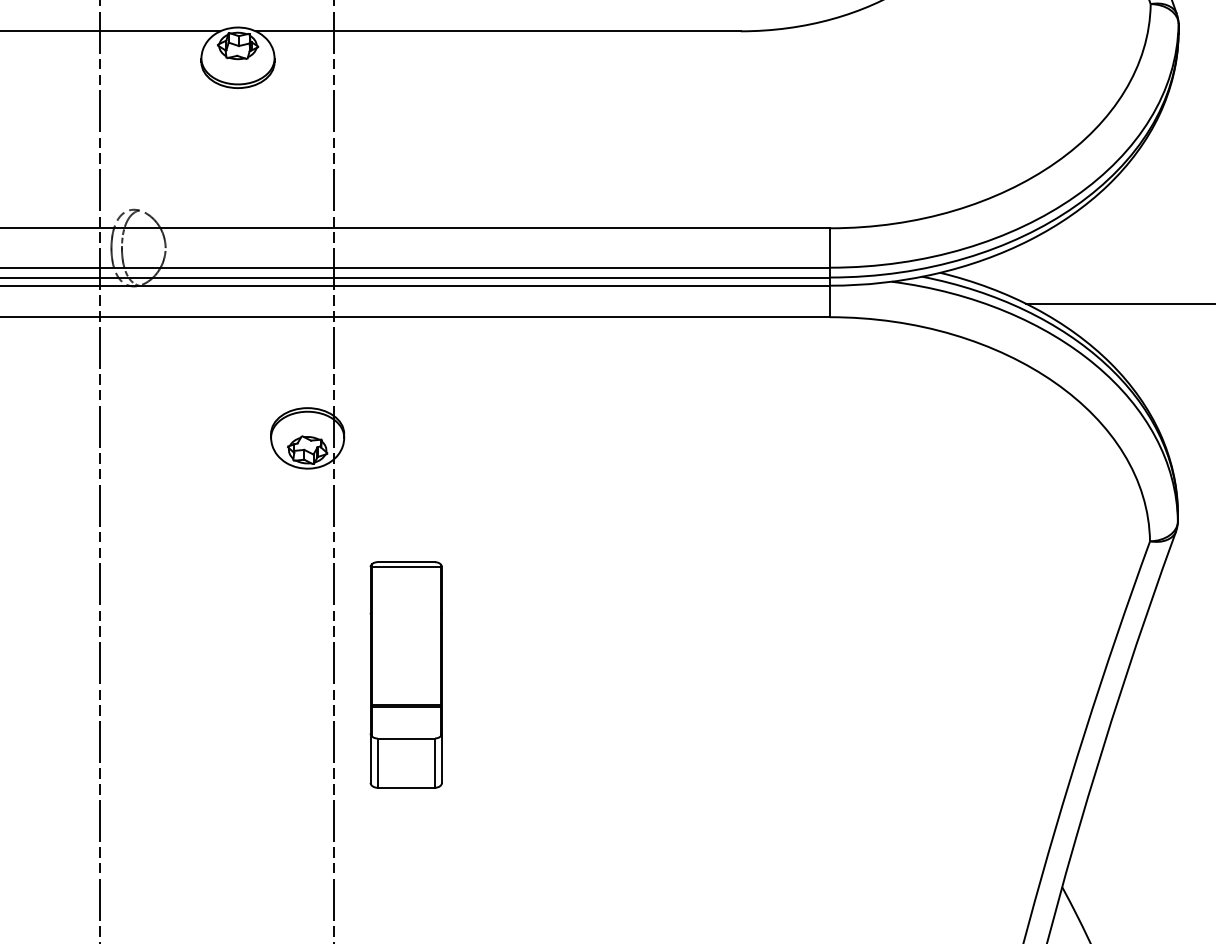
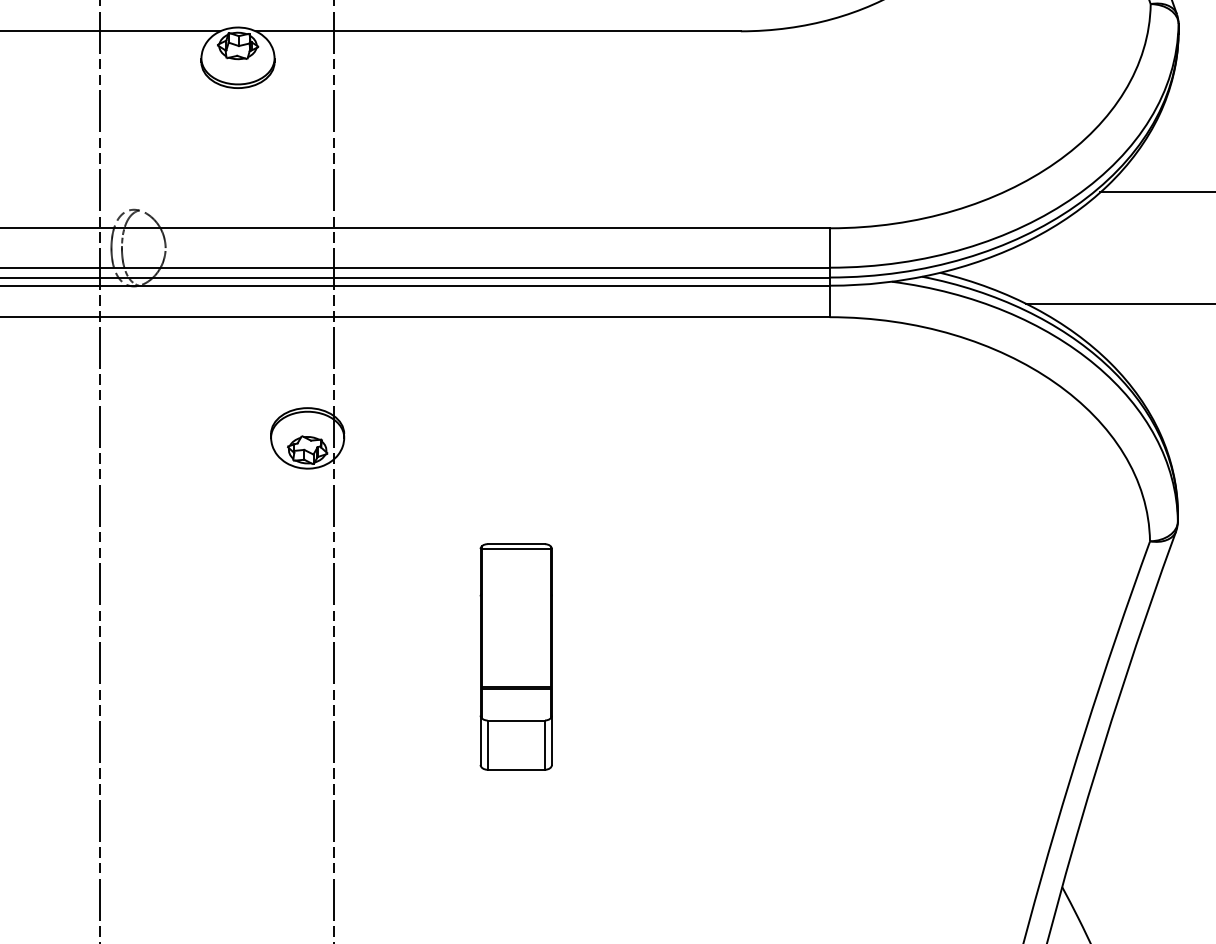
line at (1156, 192): none -> present
part at (405, 674) position: (405, 674) -> (515, 656)
